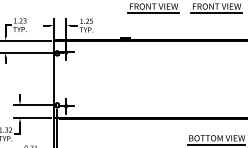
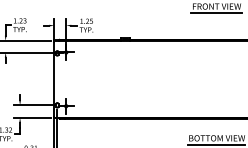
part at (153, 8): present -> none
